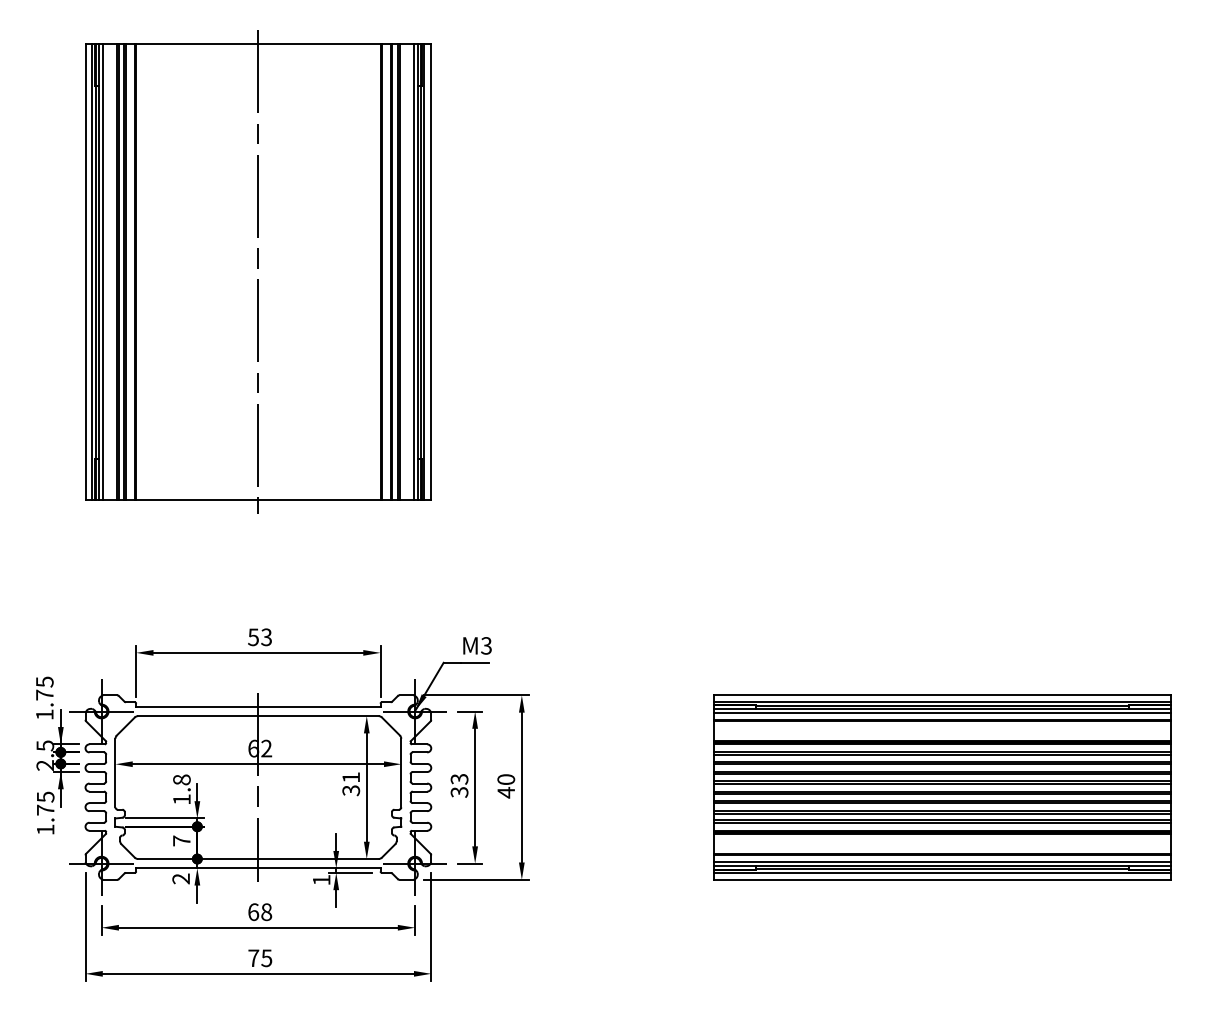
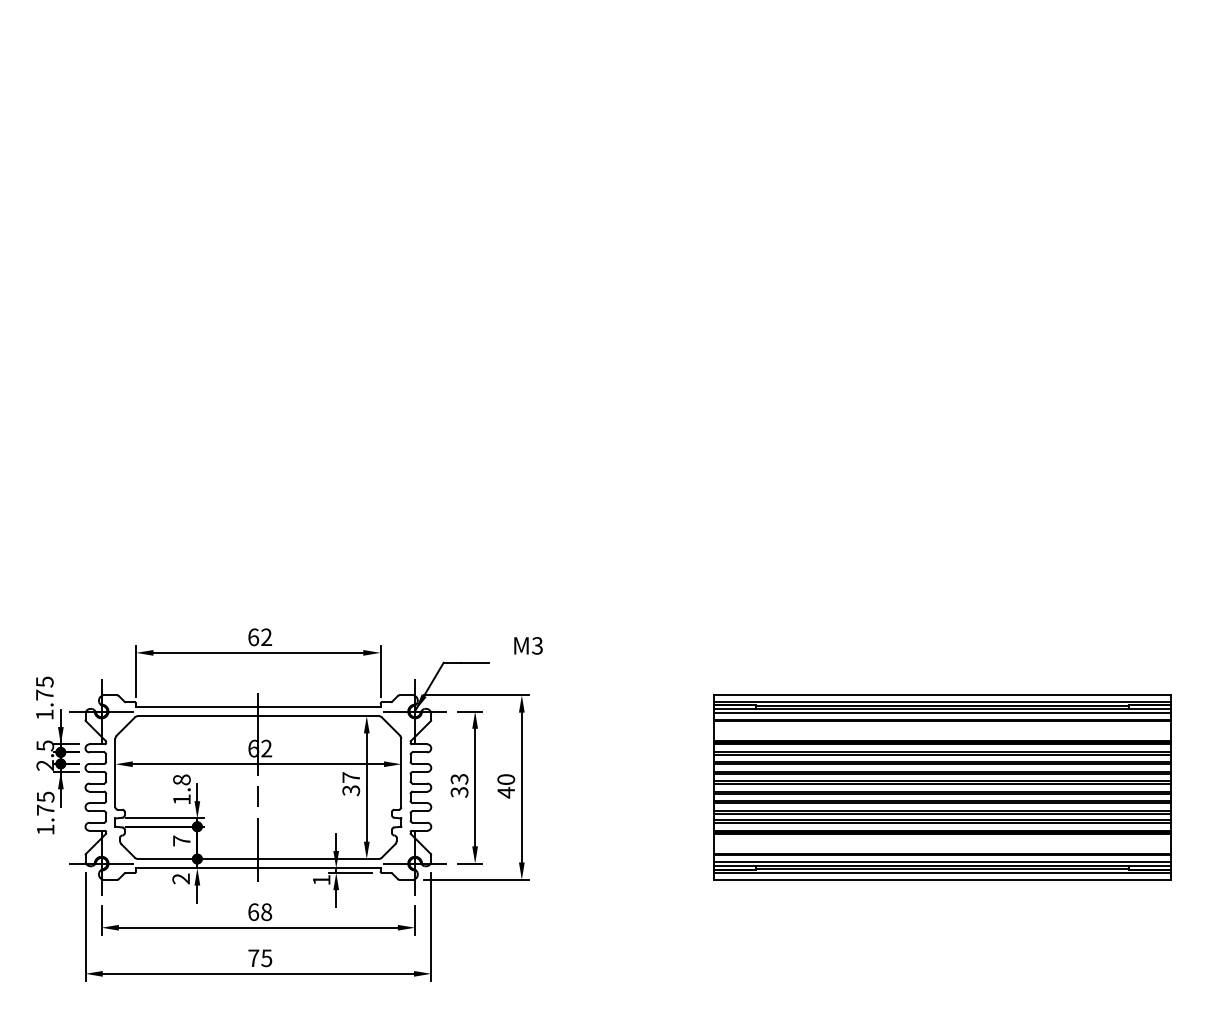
part at (258, 271): present -> none
text at (260, 637): 53 -> 62
text at (477, 645) position: (477, 645) -> (528, 645)
text at (350, 777): 31 -> 37
